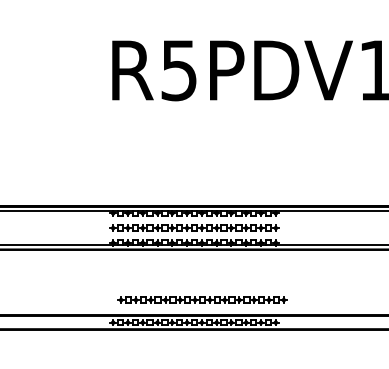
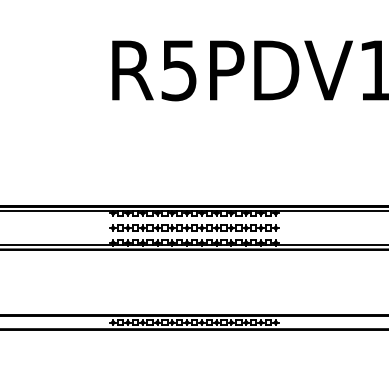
part at (202, 299): present -> none
